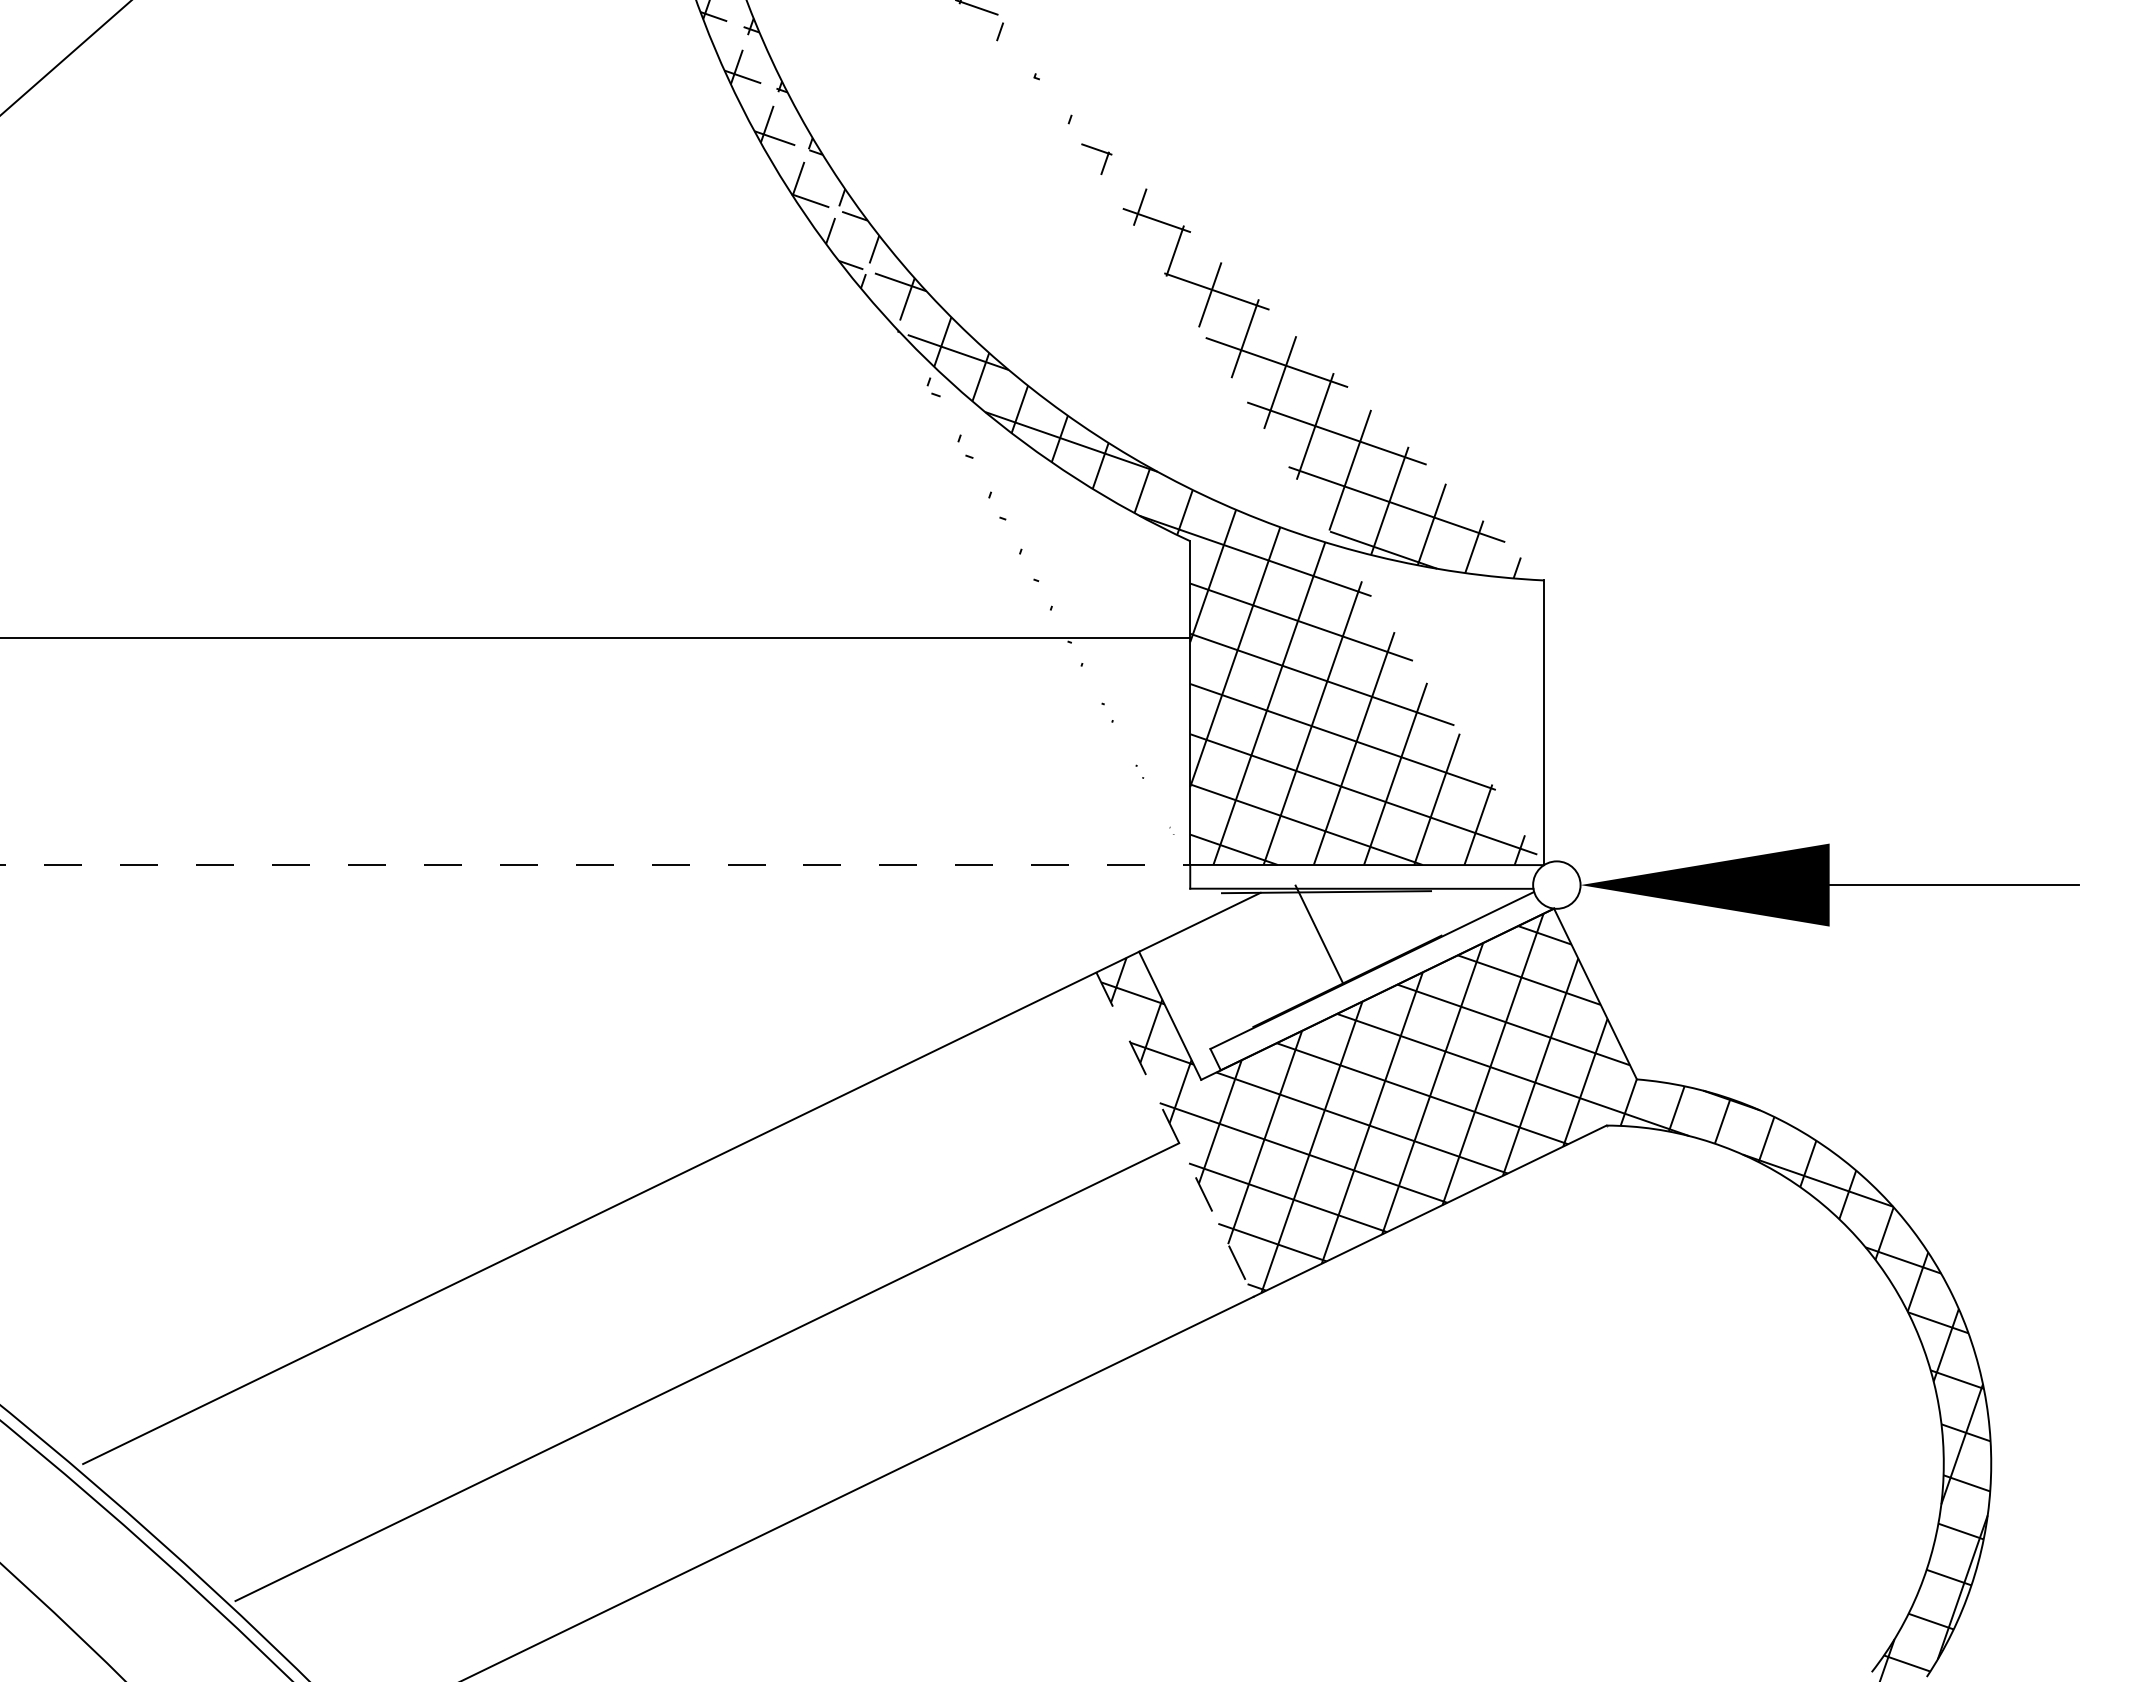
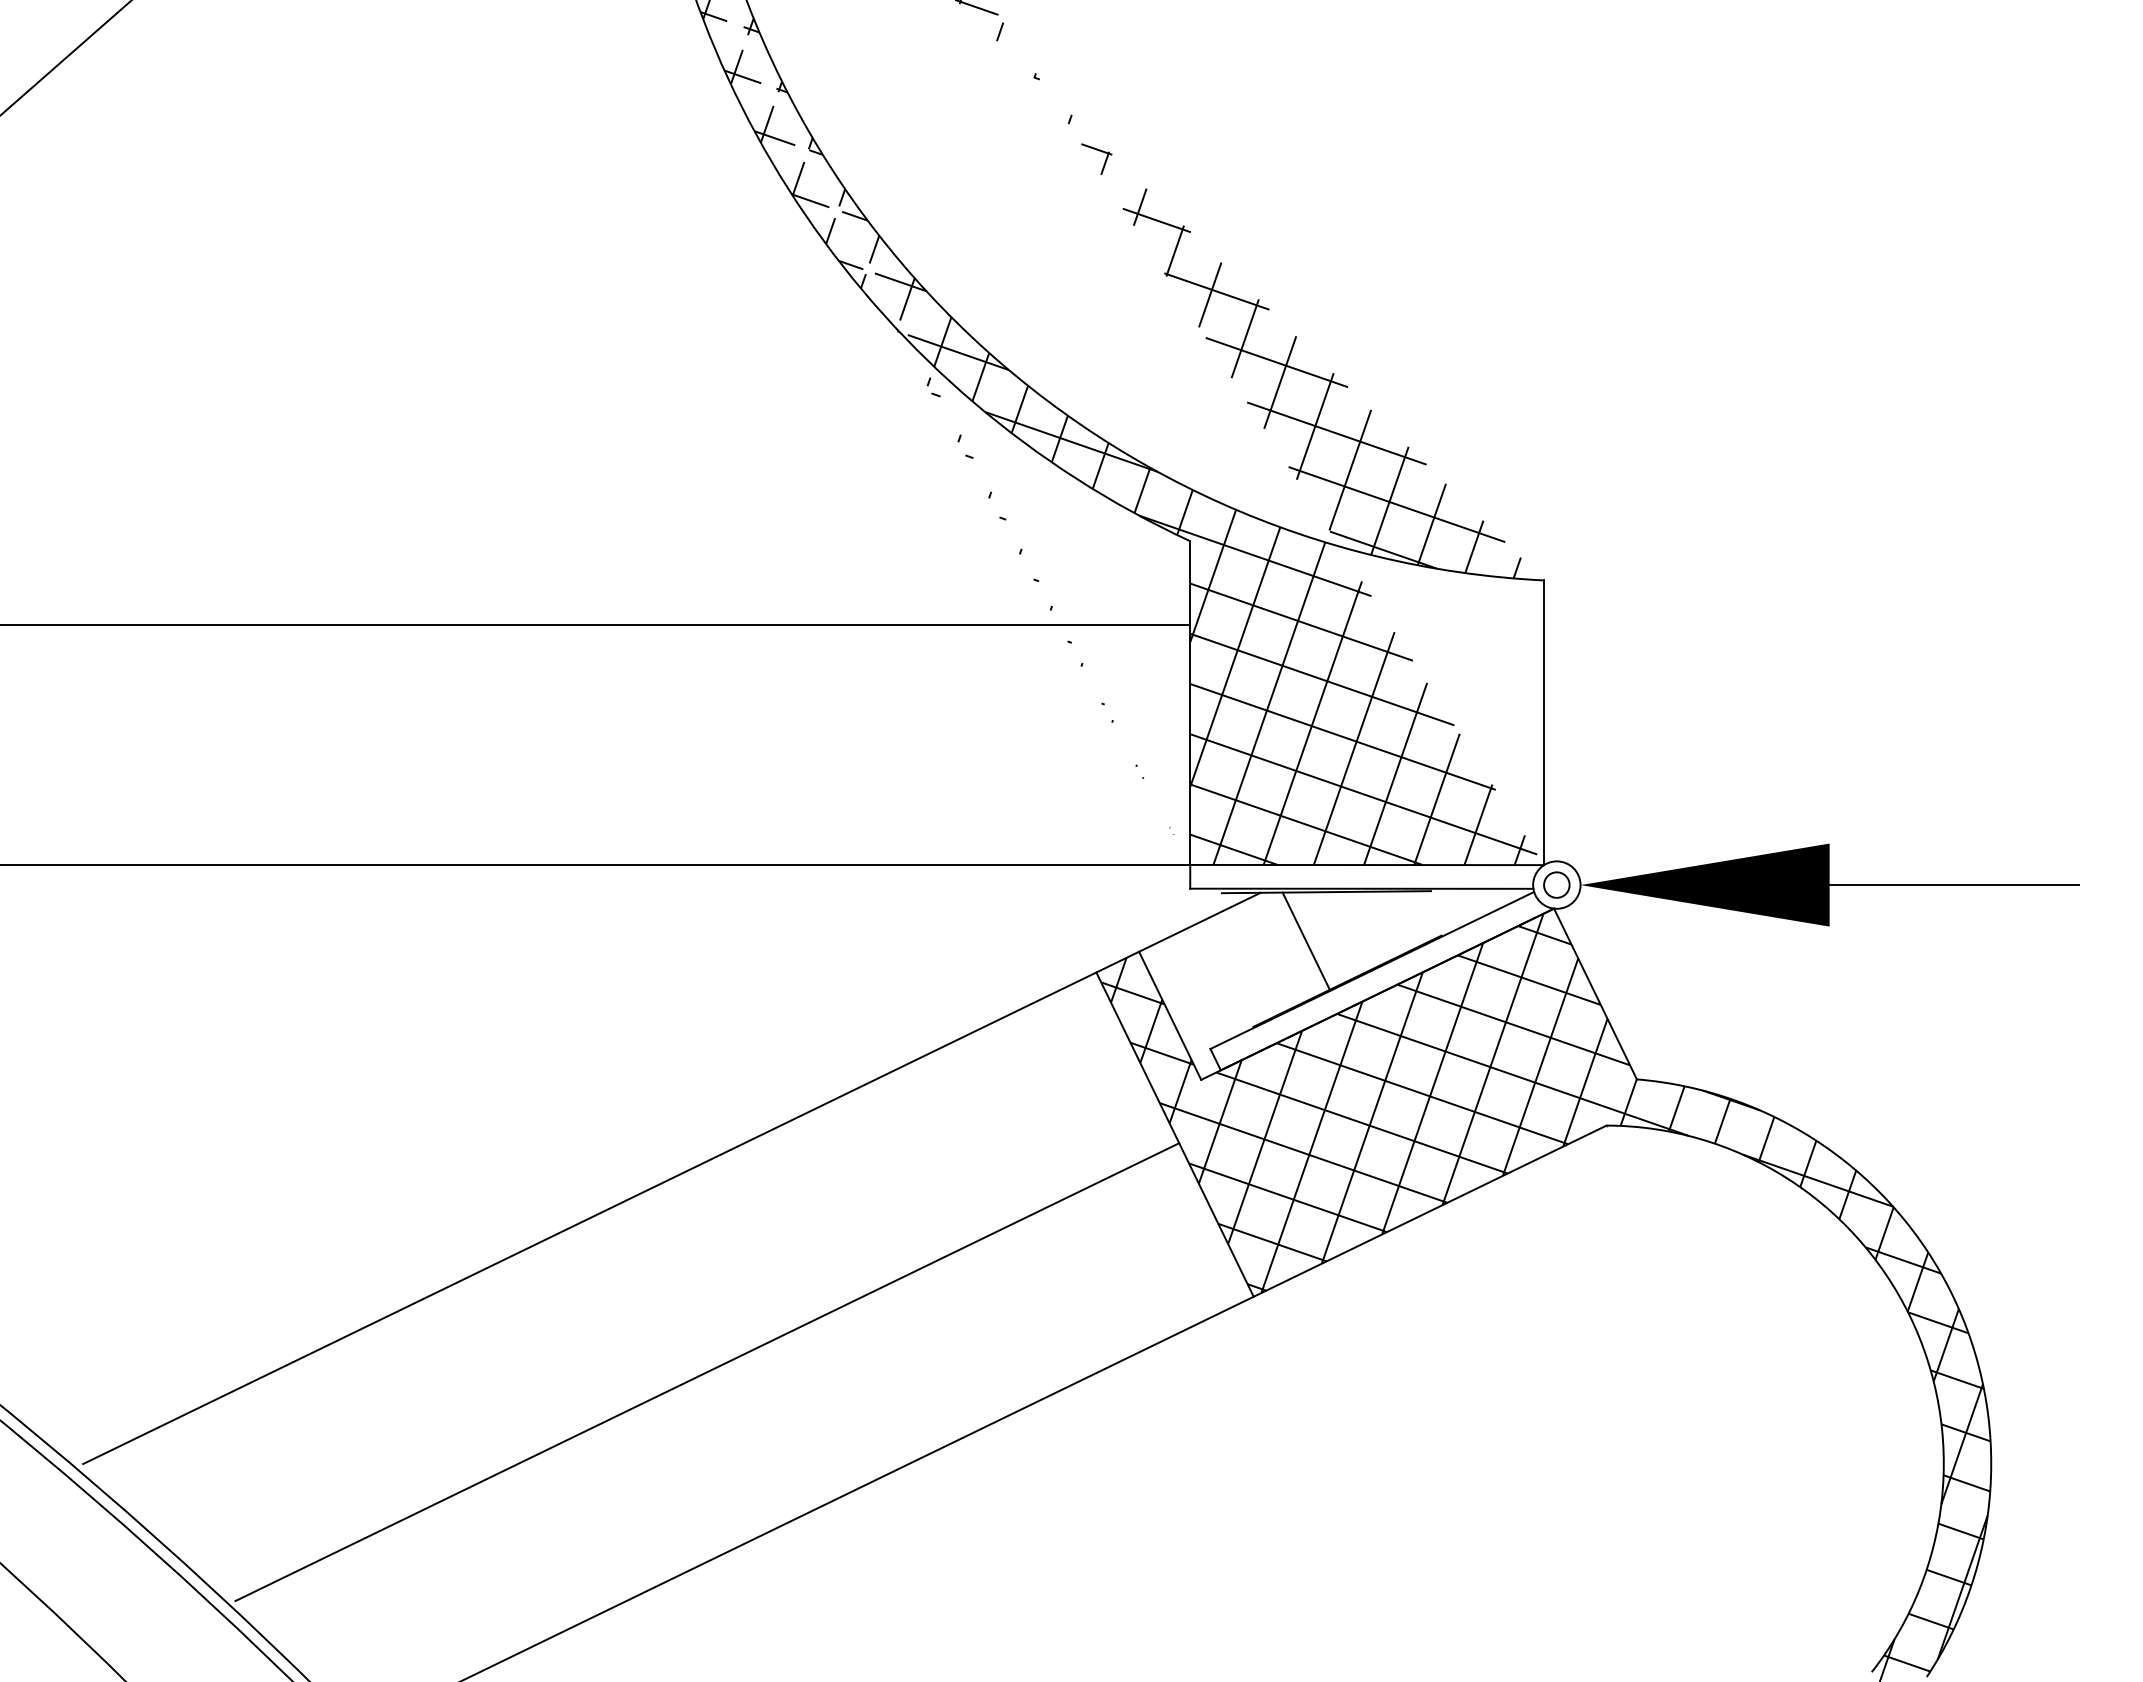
line at (596, 637) position: (596, 637) -> (596, 624)
line at (595, 865): dashed -> solid
circle at (1556, 884): none -> present
line at (1318, 933) position: (1318, 933) -> (1305, 940)
line at (1175, 1135): dashed -> solid
